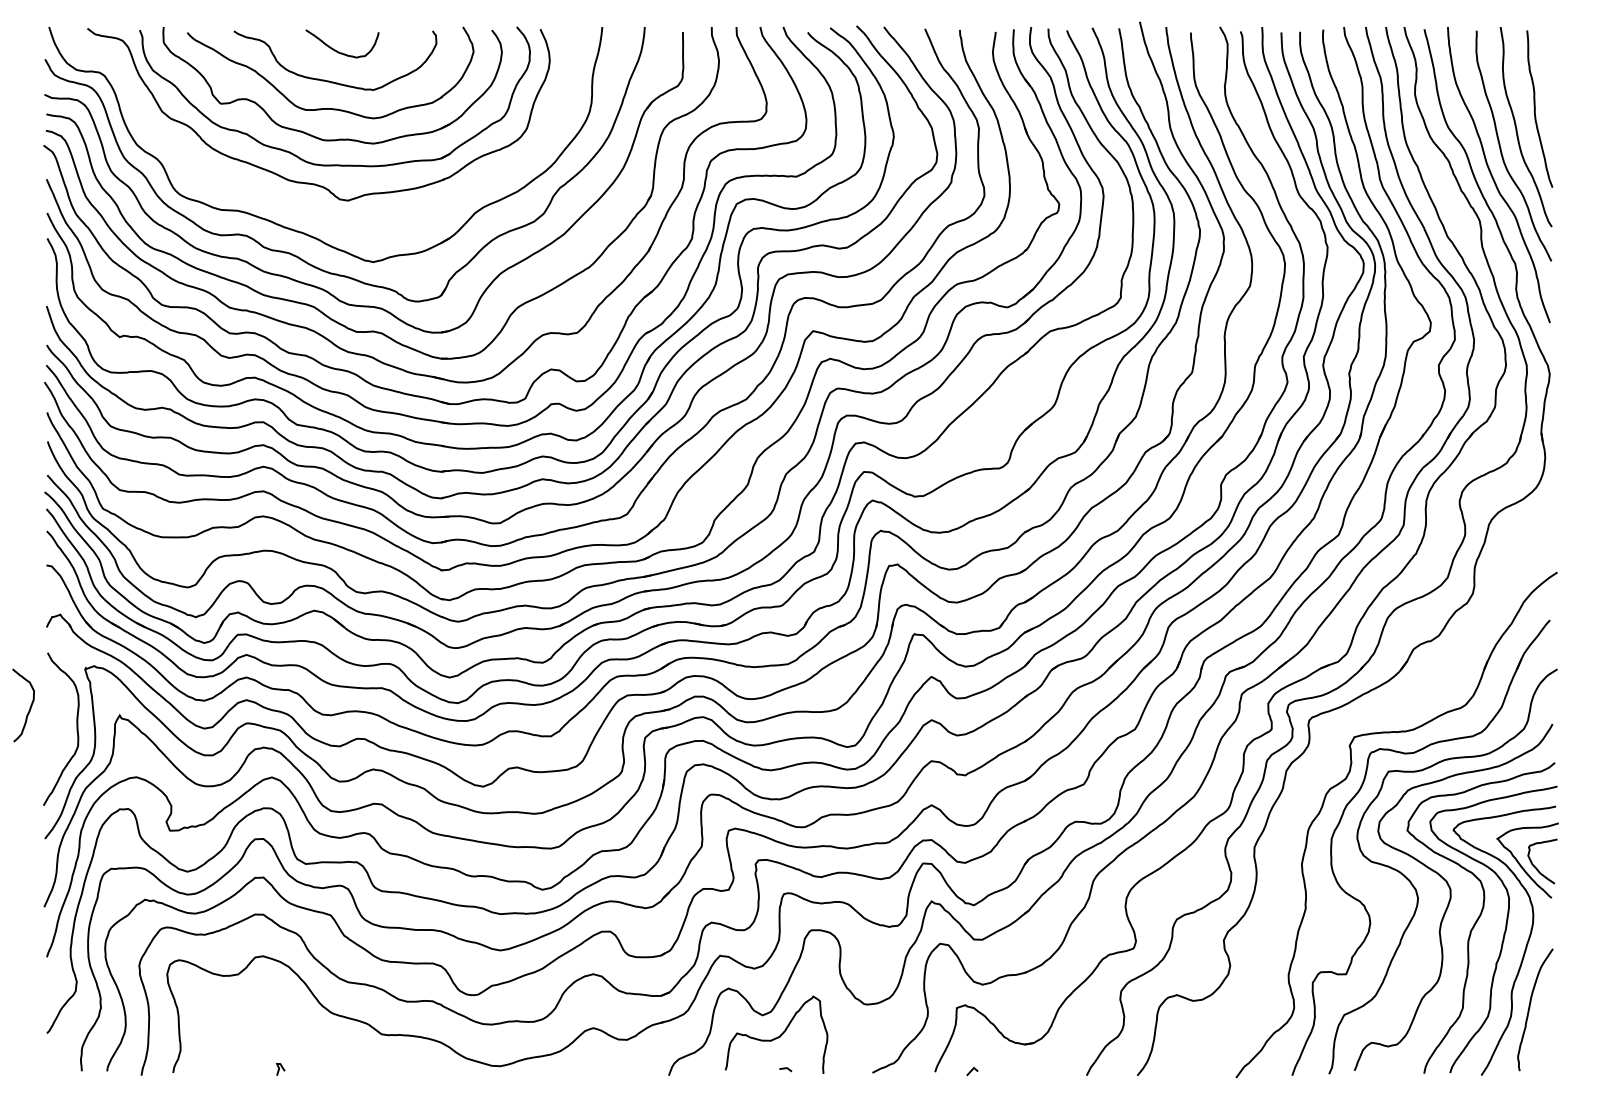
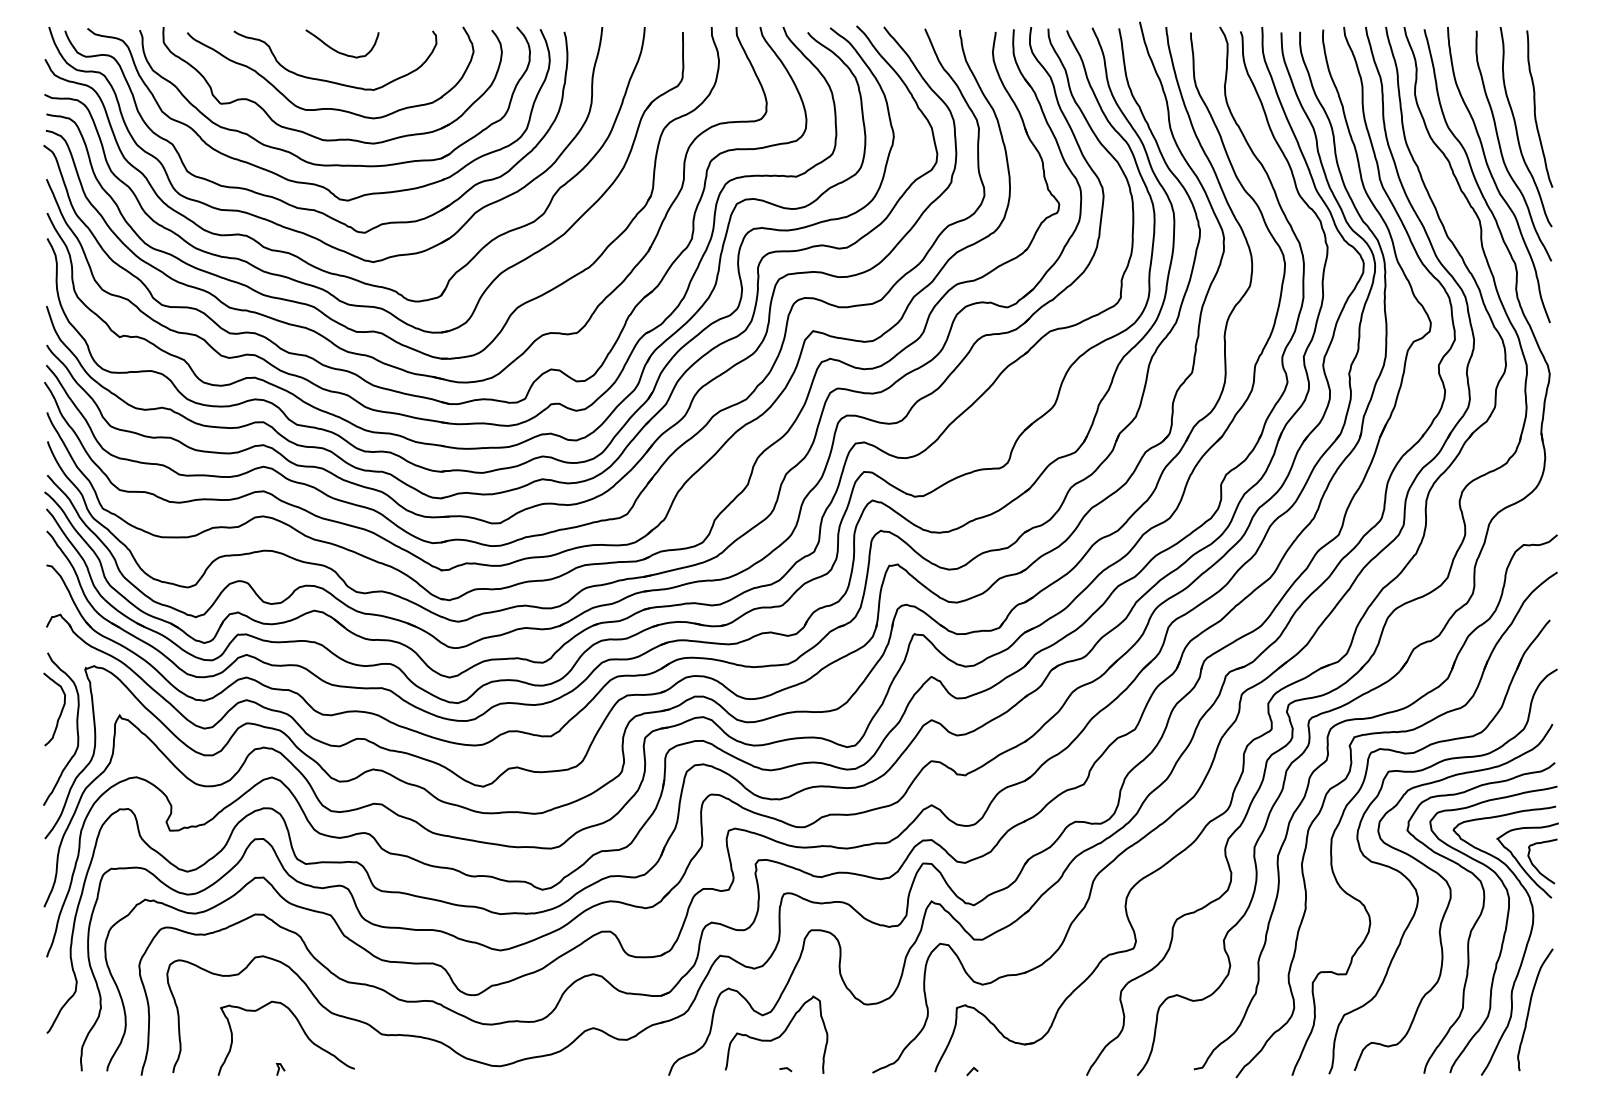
part at (281, 199): none -> present
curve at (29, 707) position: (29, 707) -> (60, 711)
part at (1327, 760): none -> present
curve at (301, 1029): none -> present
